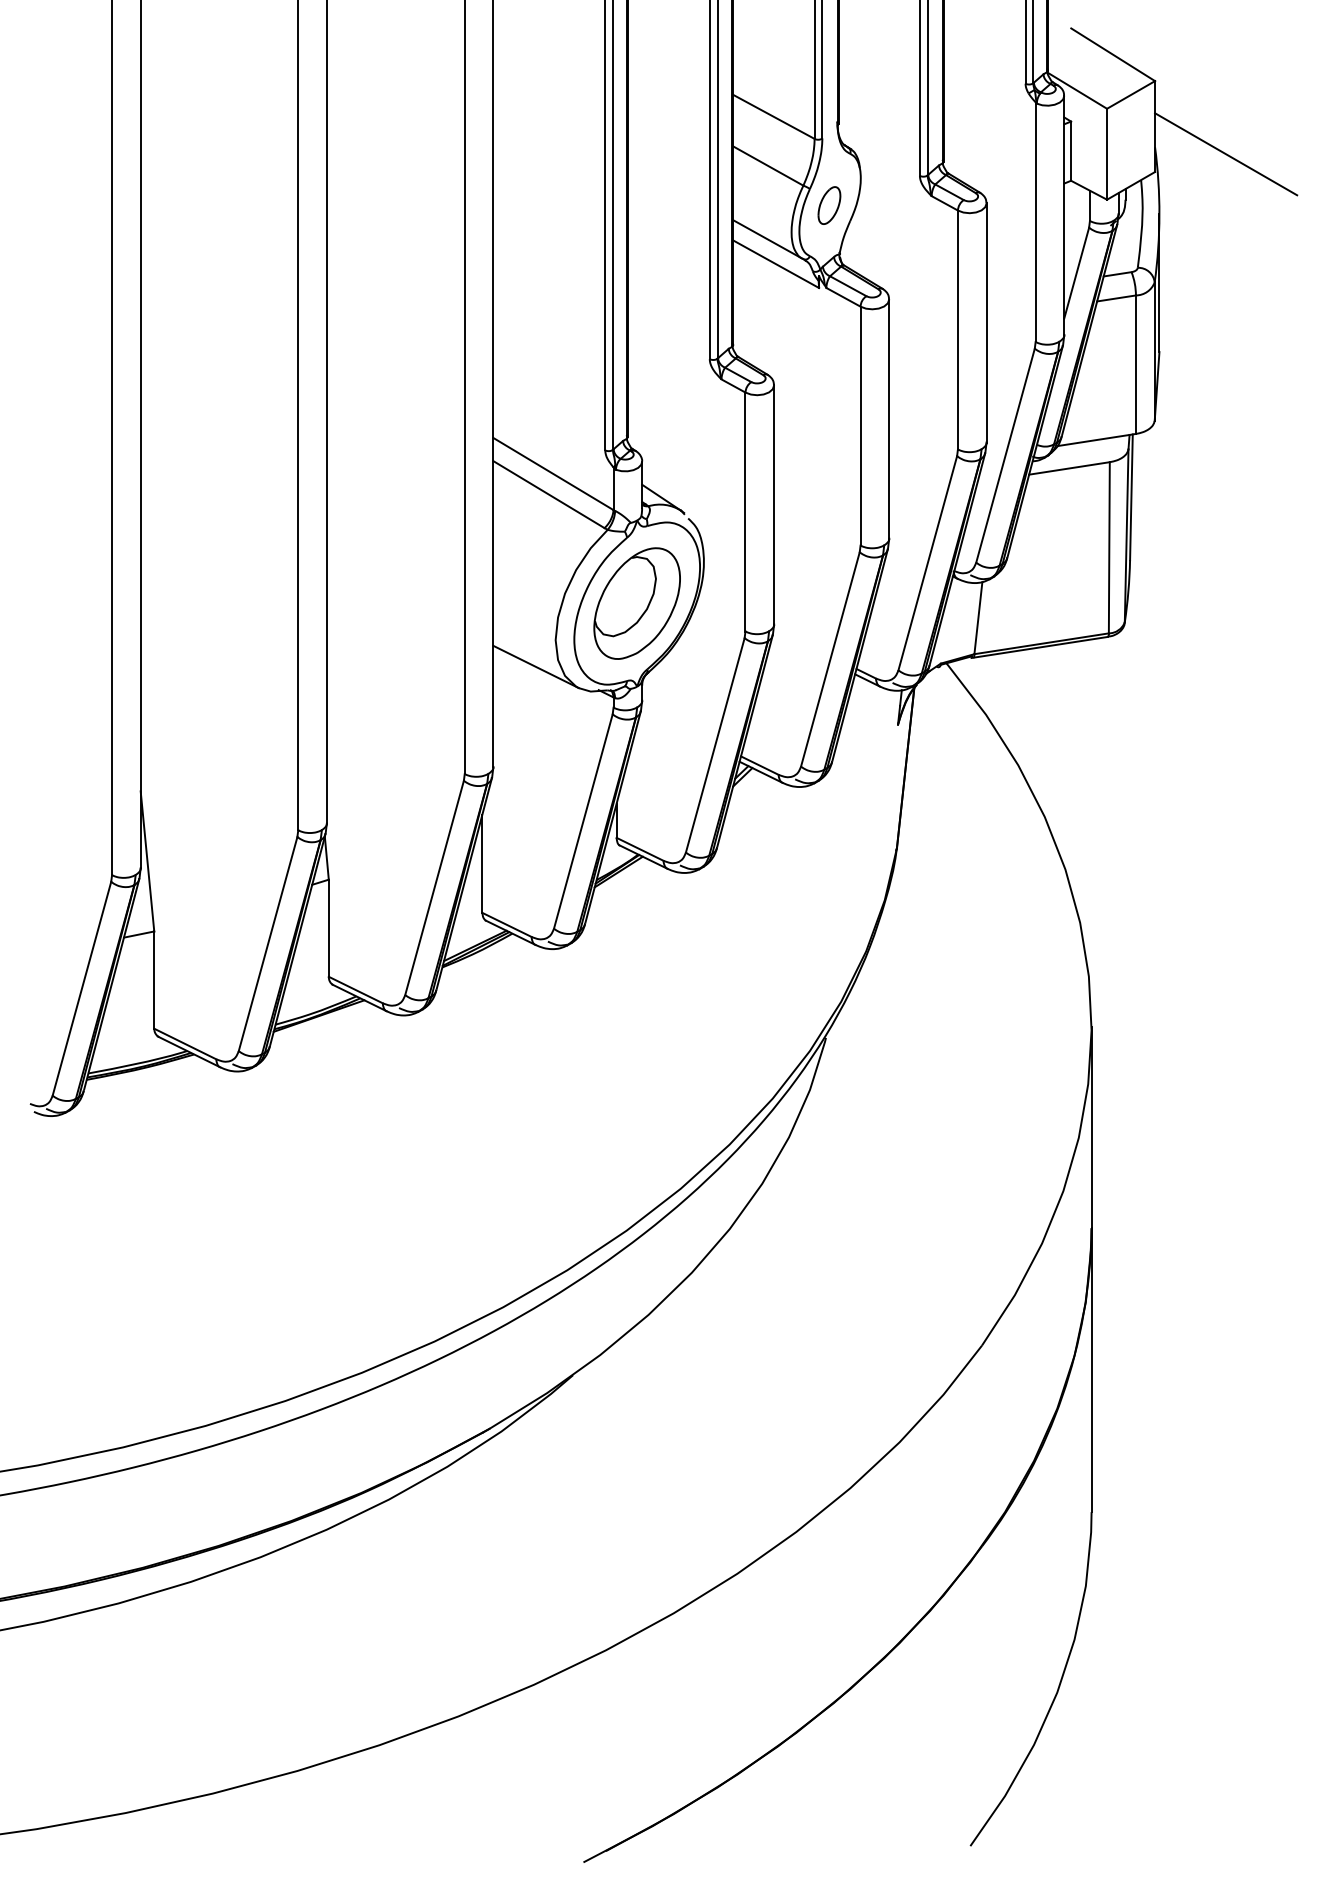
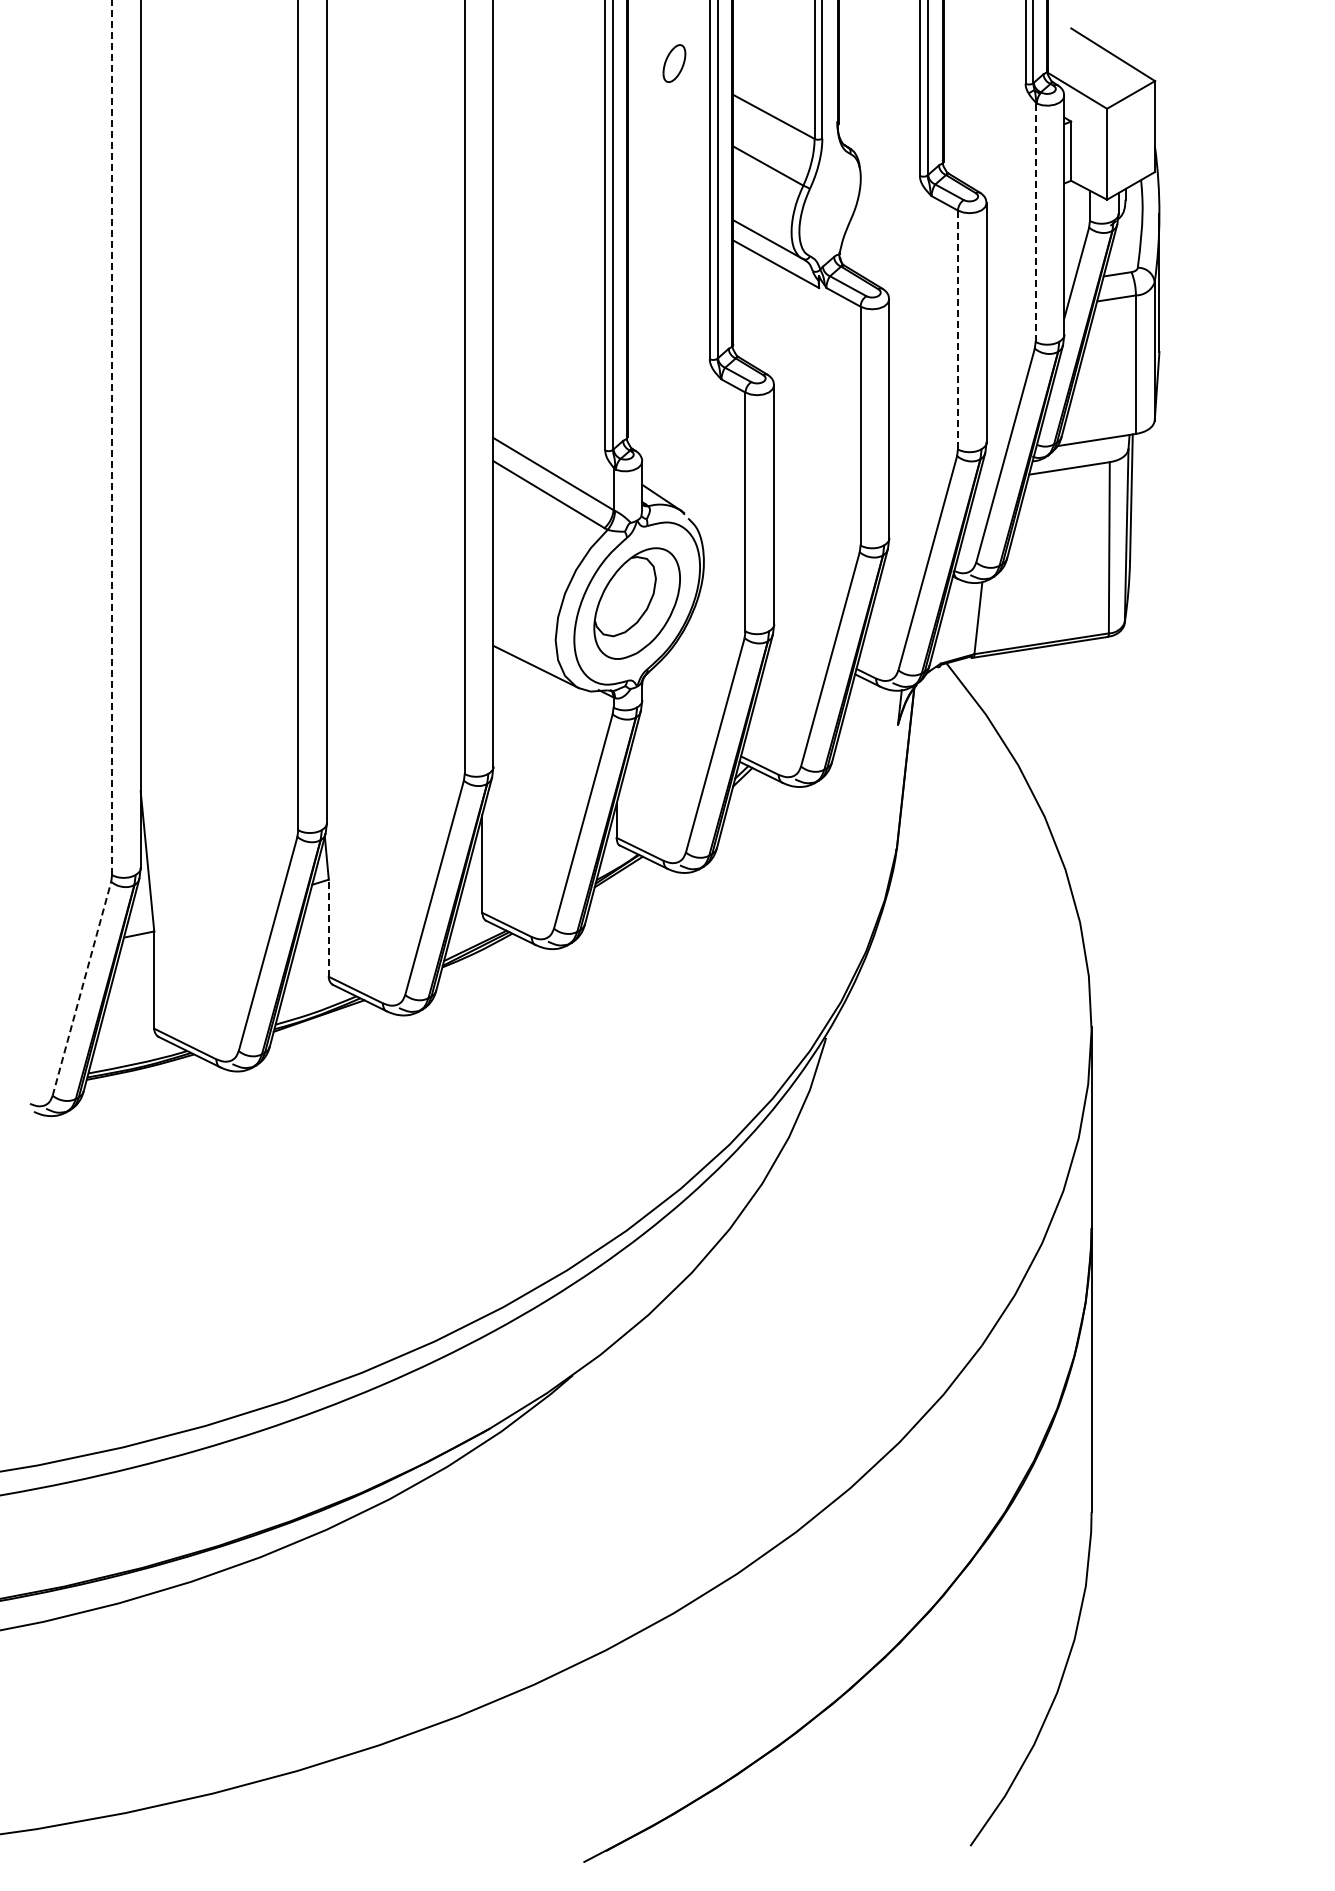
line at (1226, 154): present -> none
part at (829, 205) position: (829, 205) -> (674, 63)
line at (1035, 223): solid -> dashed
line at (957, 330): solid -> dashed
line at (112, 437): solid -> dashed
line at (328, 928): solid -> dashed
line at (81, 988): solid -> dashed
